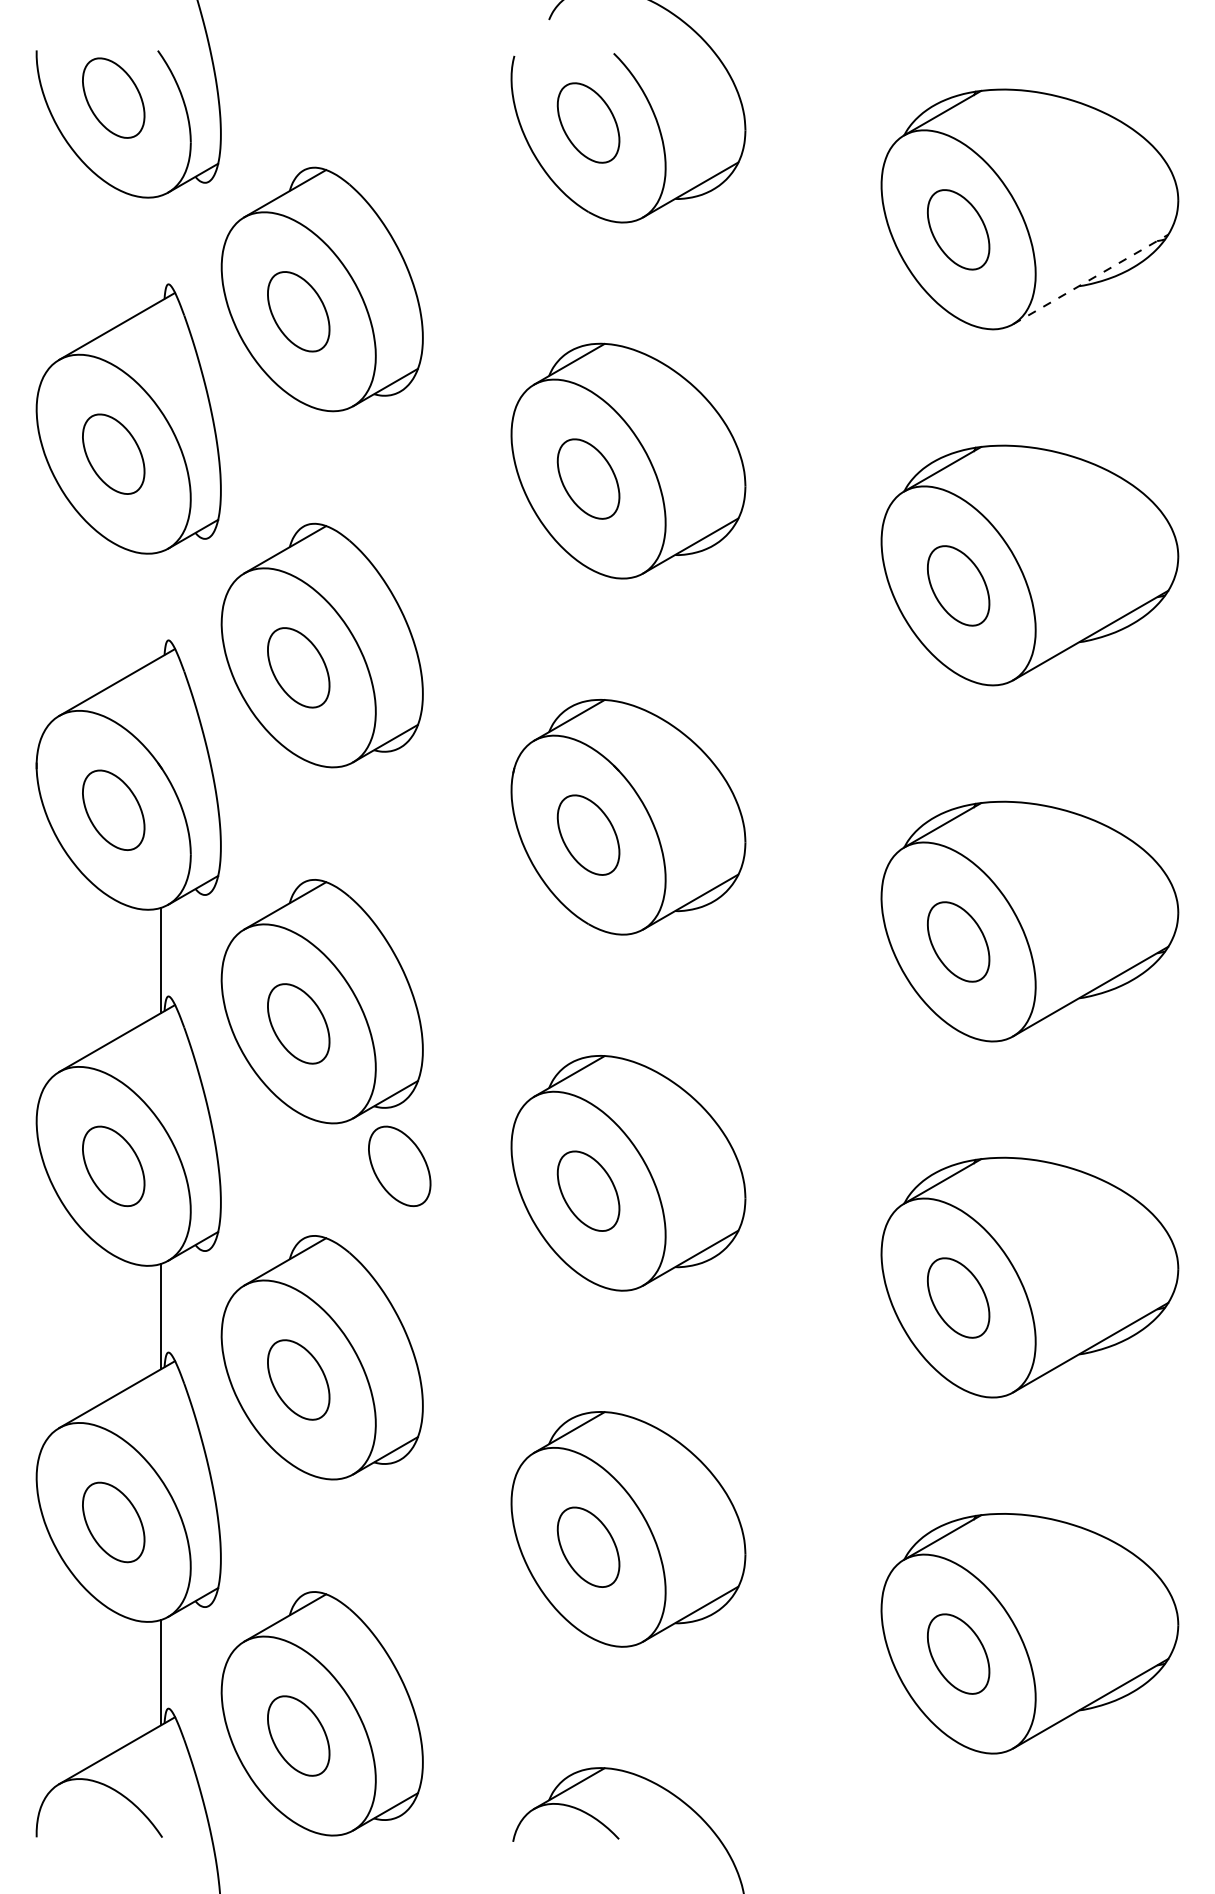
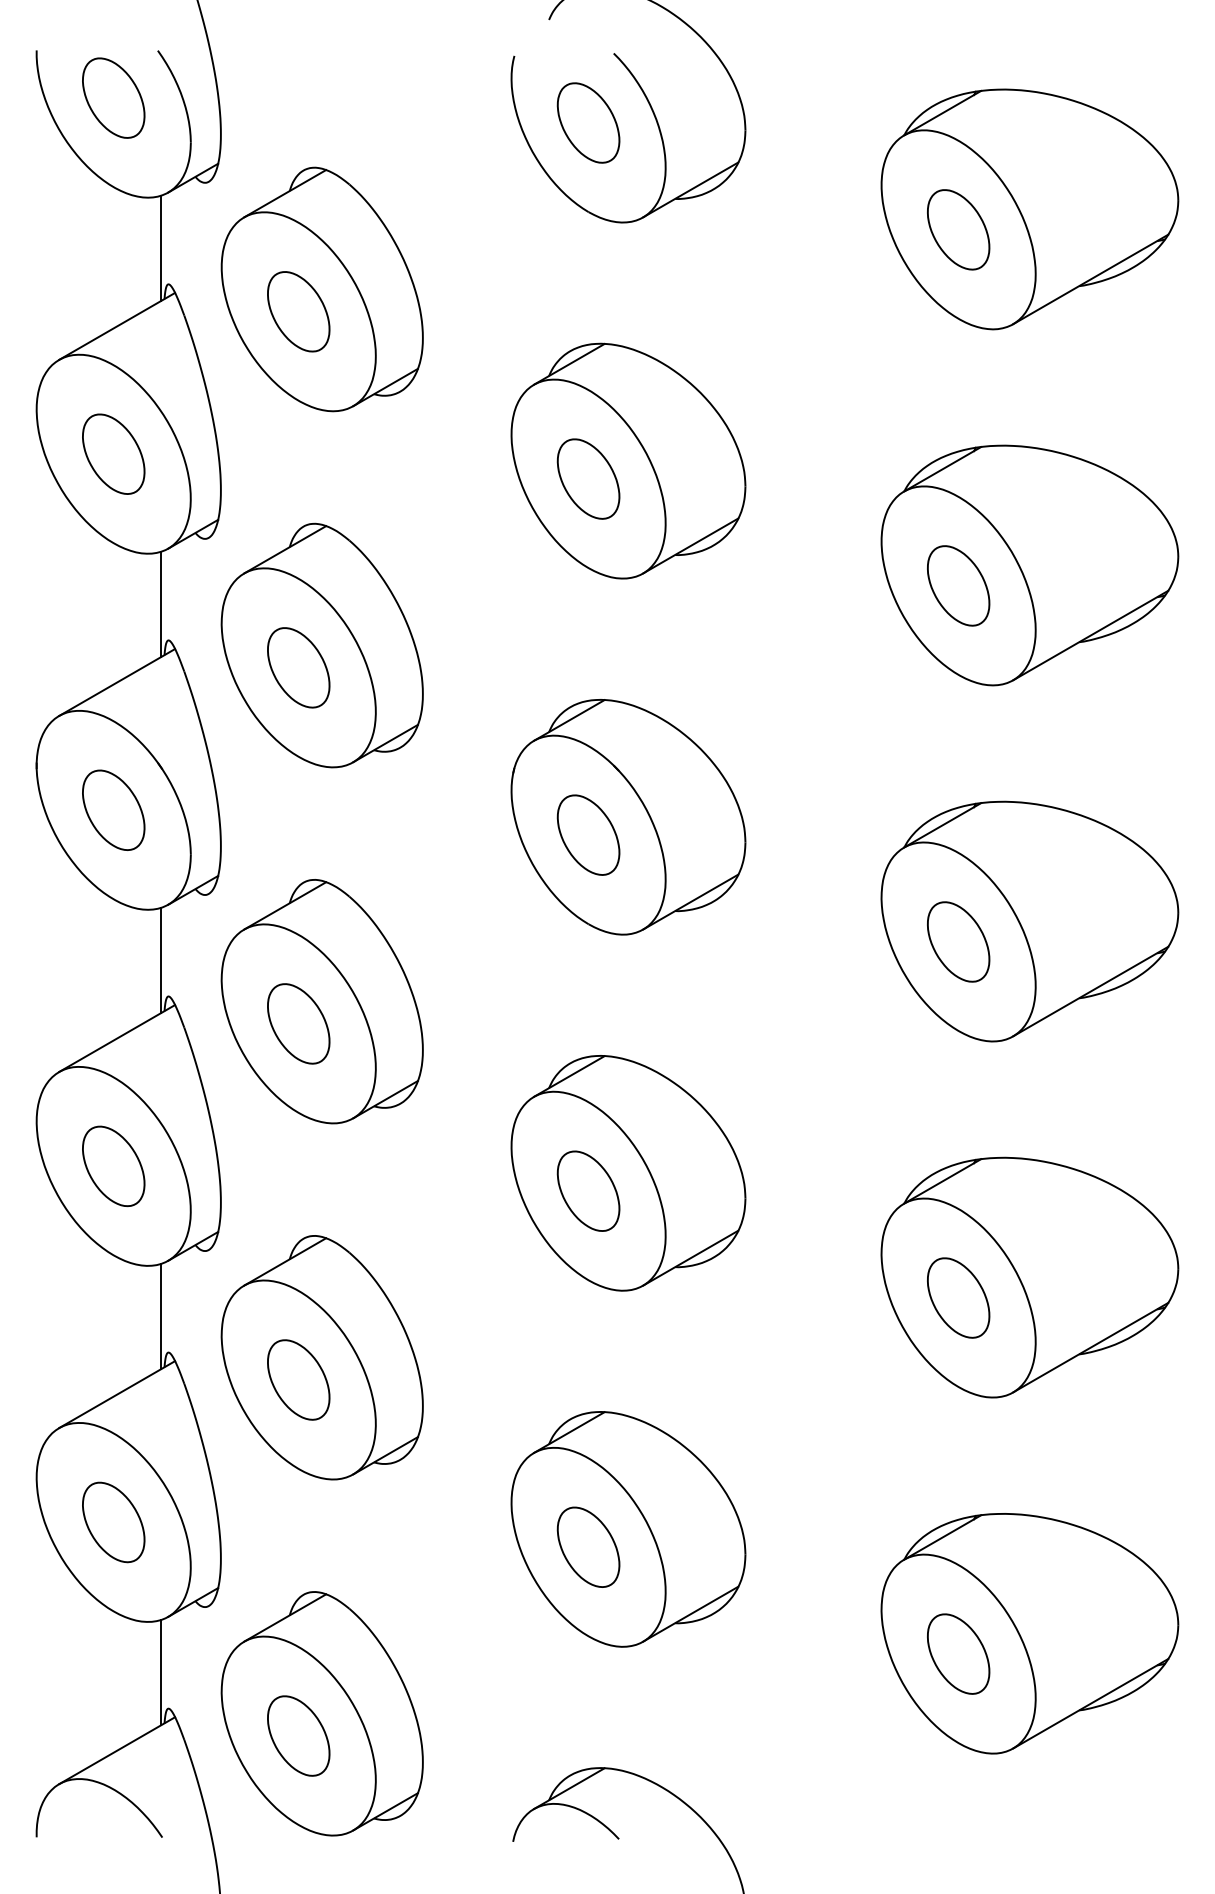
line at (161, 247): none -> present
line at (1090, 279): dashed -> solid
line at (161, 603): none -> present
part at (399, 1165): present -> none
